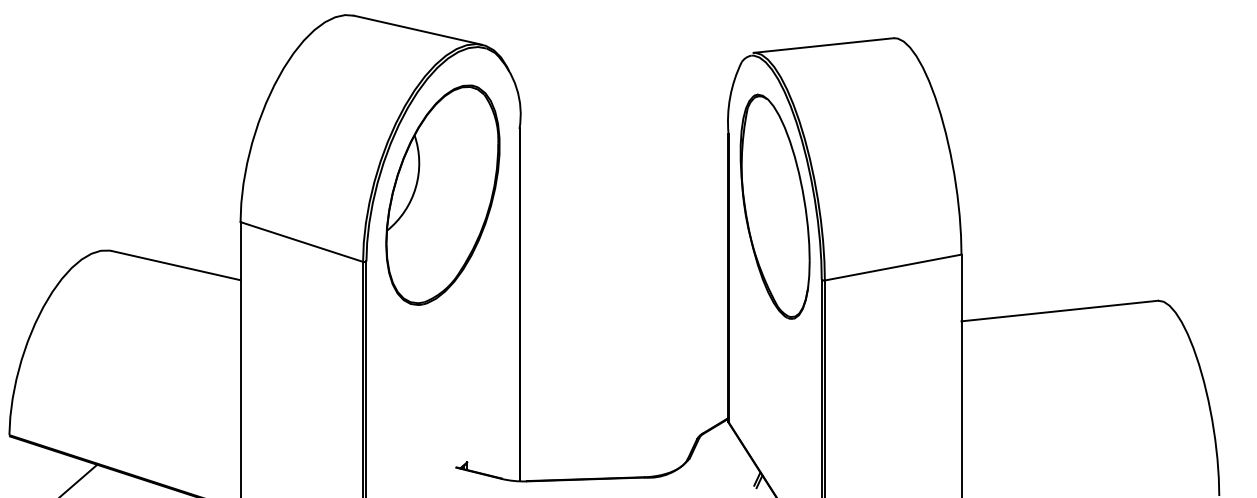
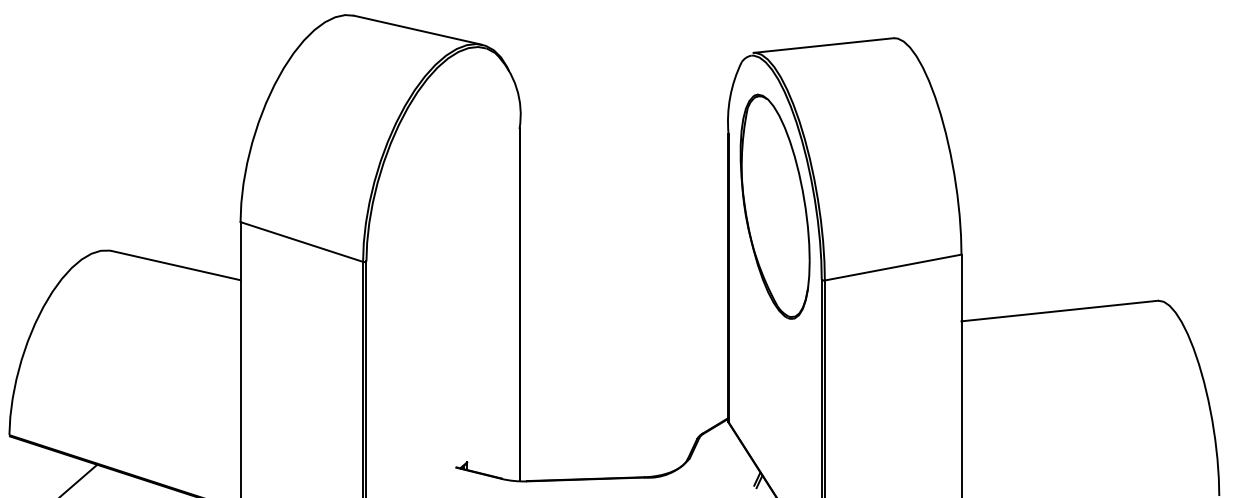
part at (442, 194): present -> none
